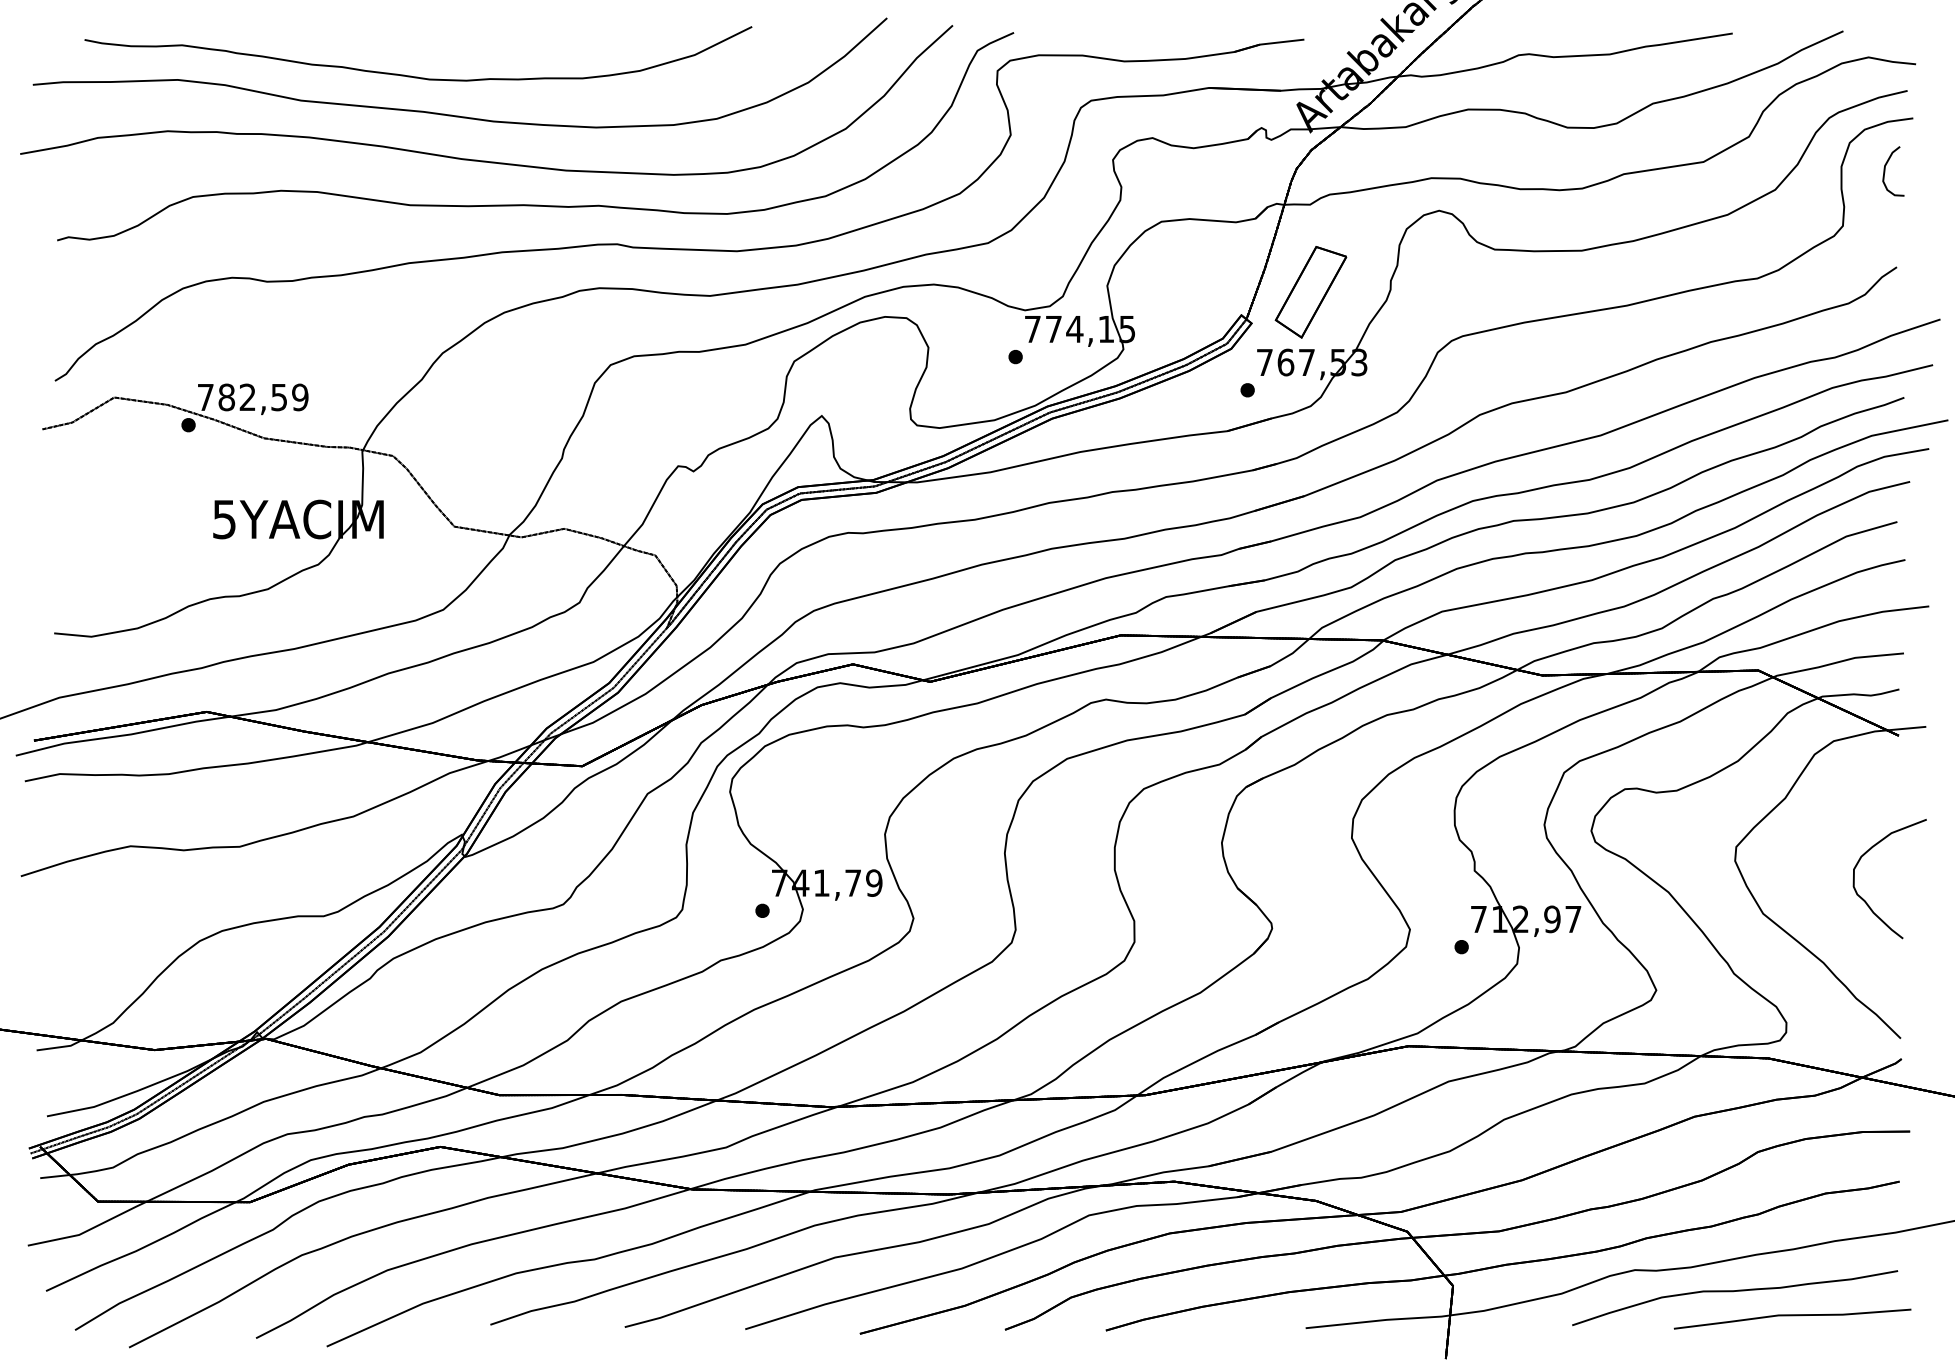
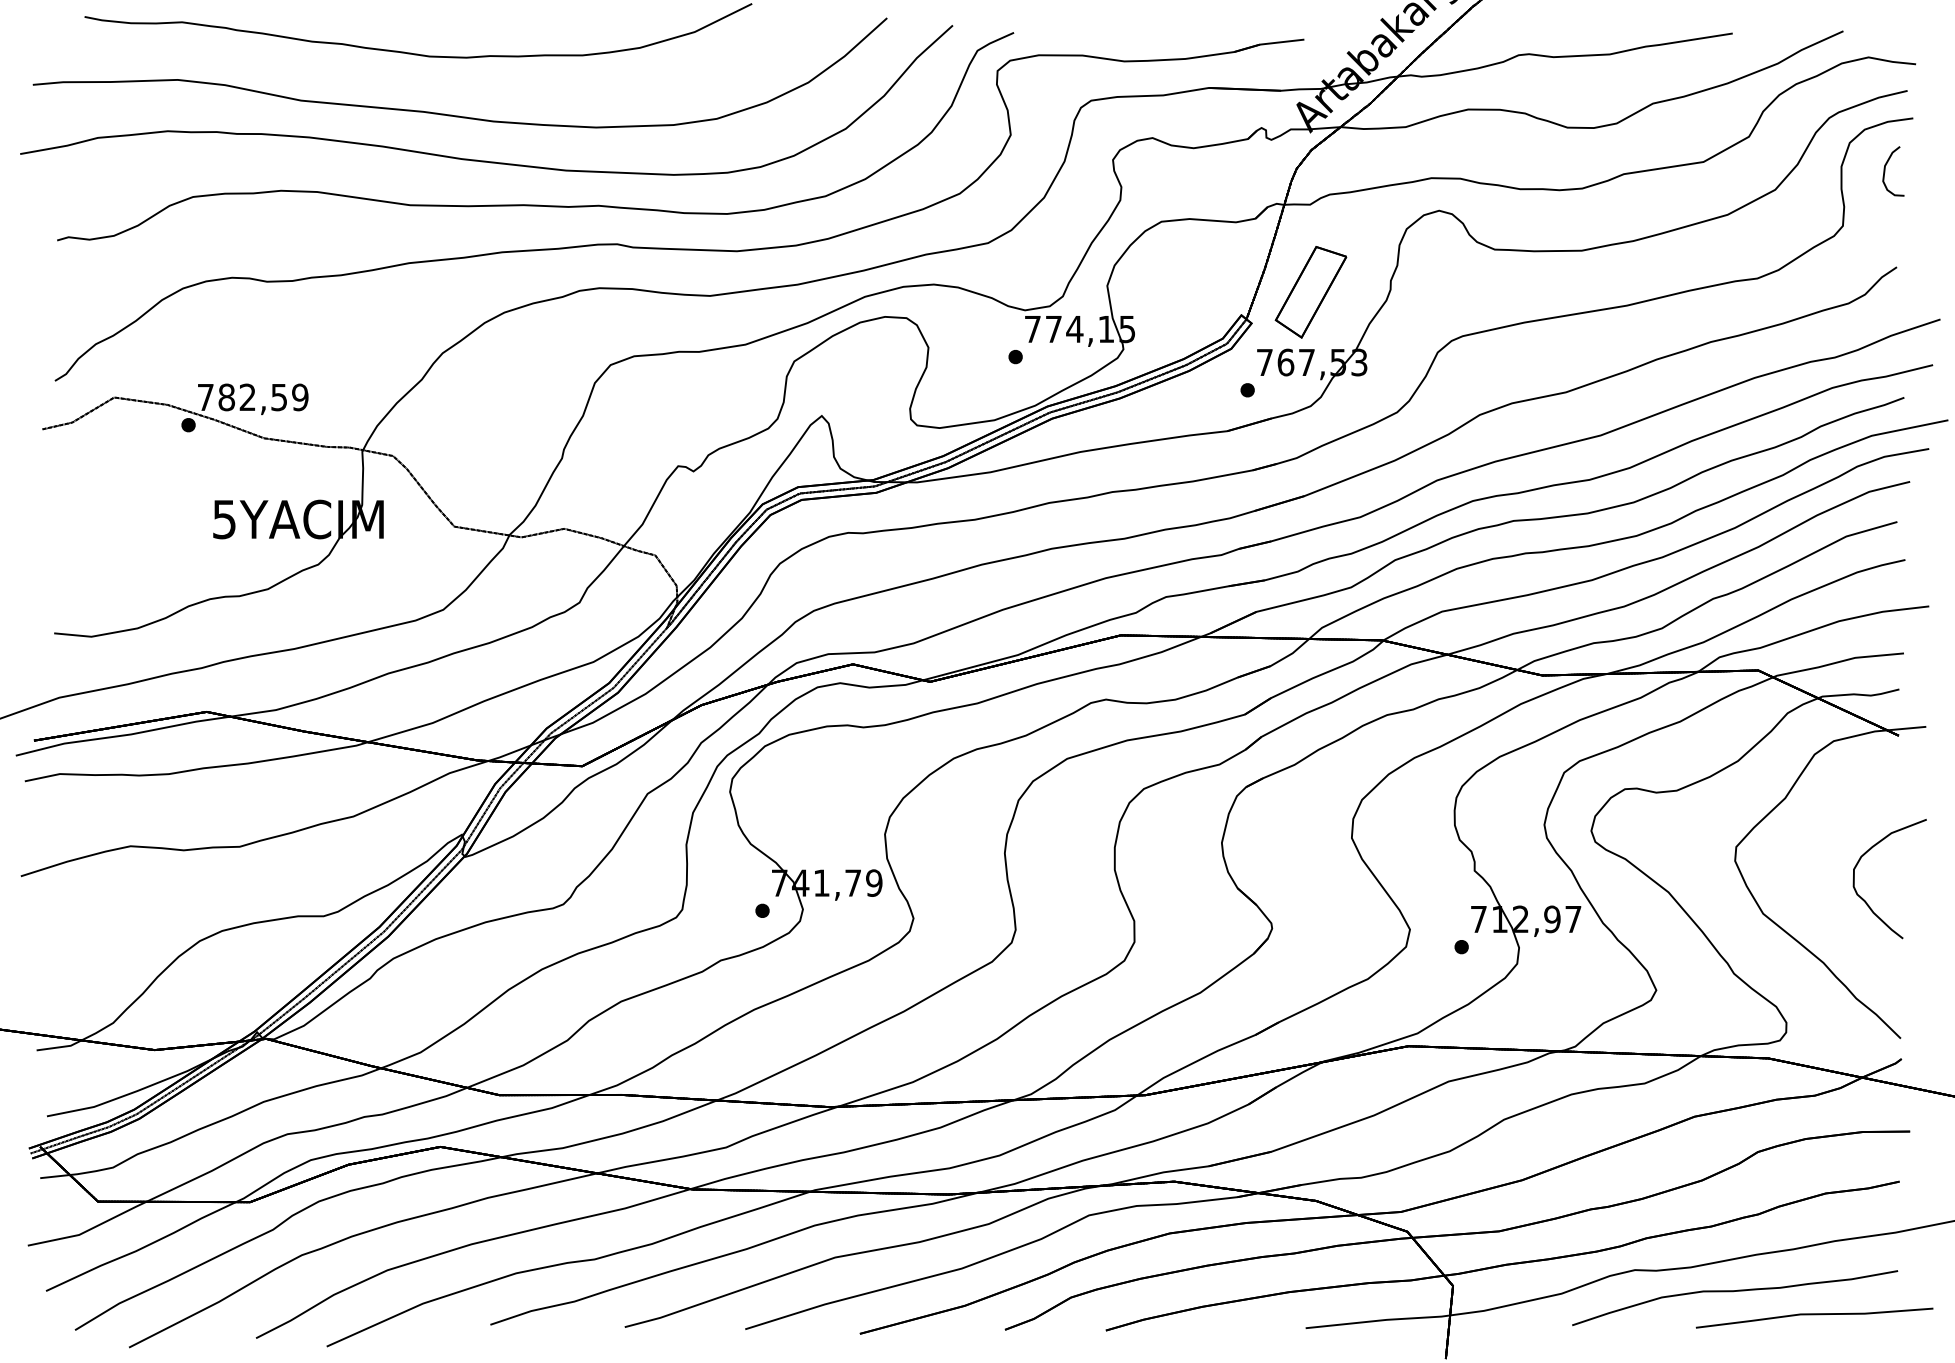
part at (417, 76) position: (417, 76) -> (417, 53)
part at (1792, 1318) position: (1792, 1318) -> (1814, 1317)
